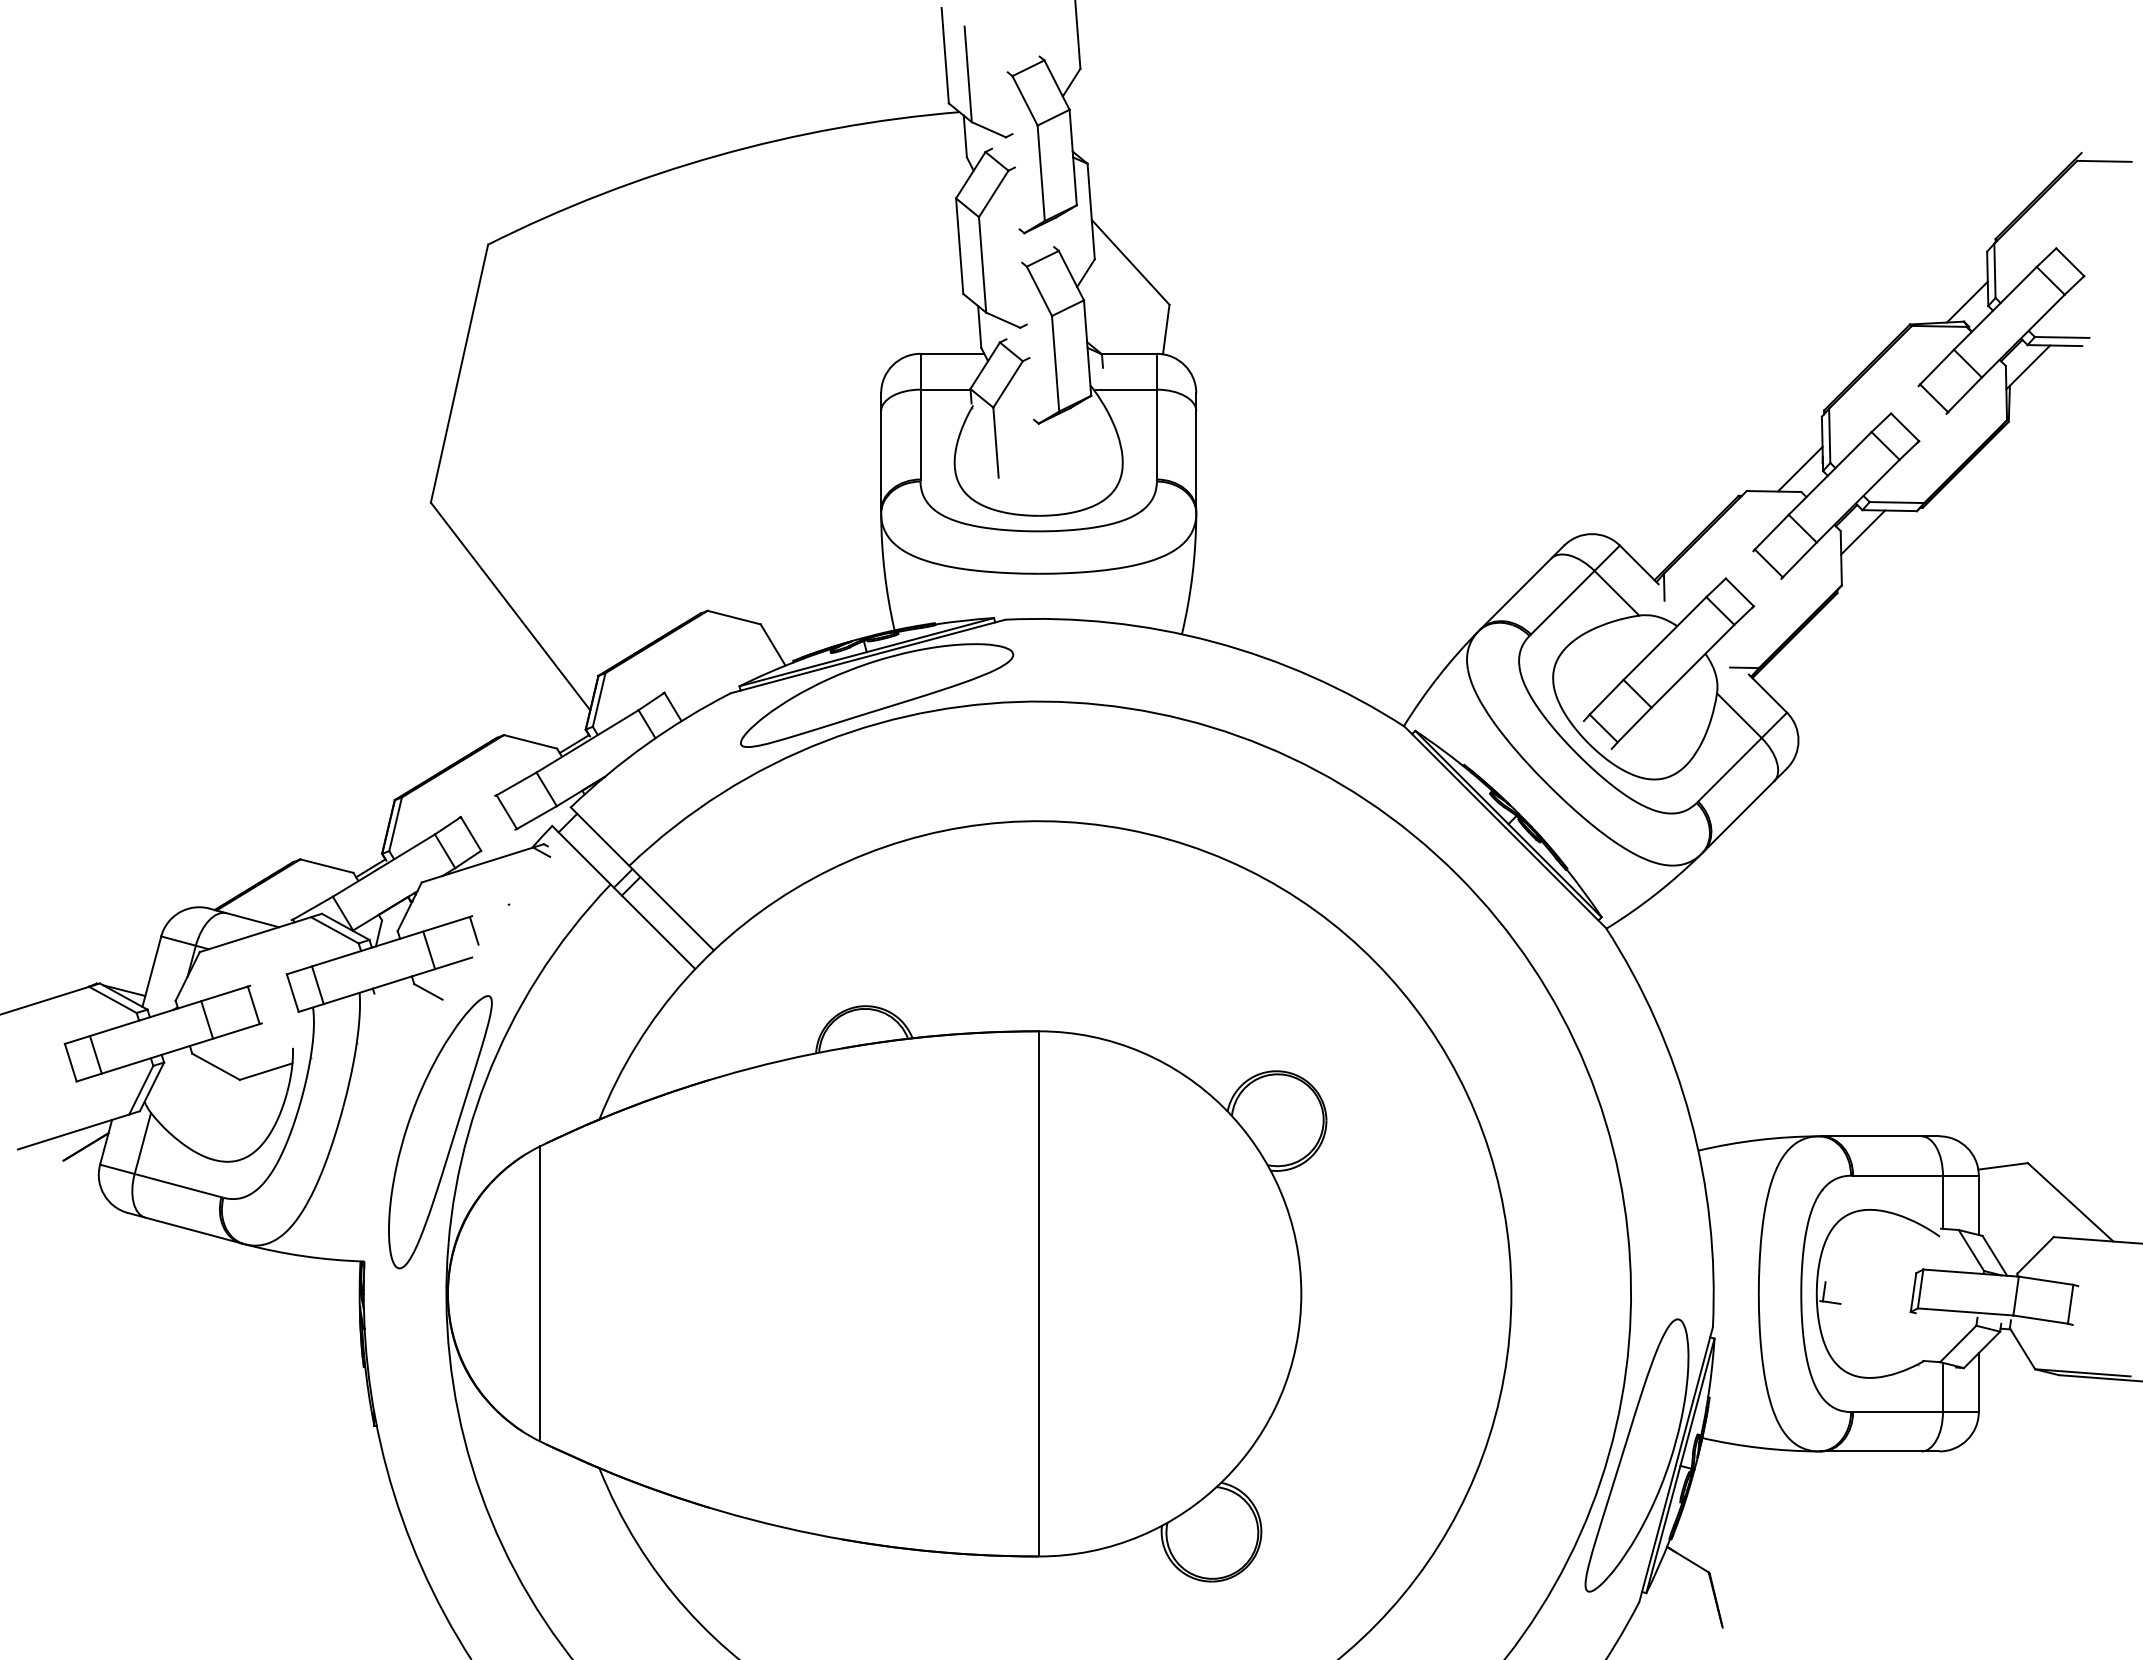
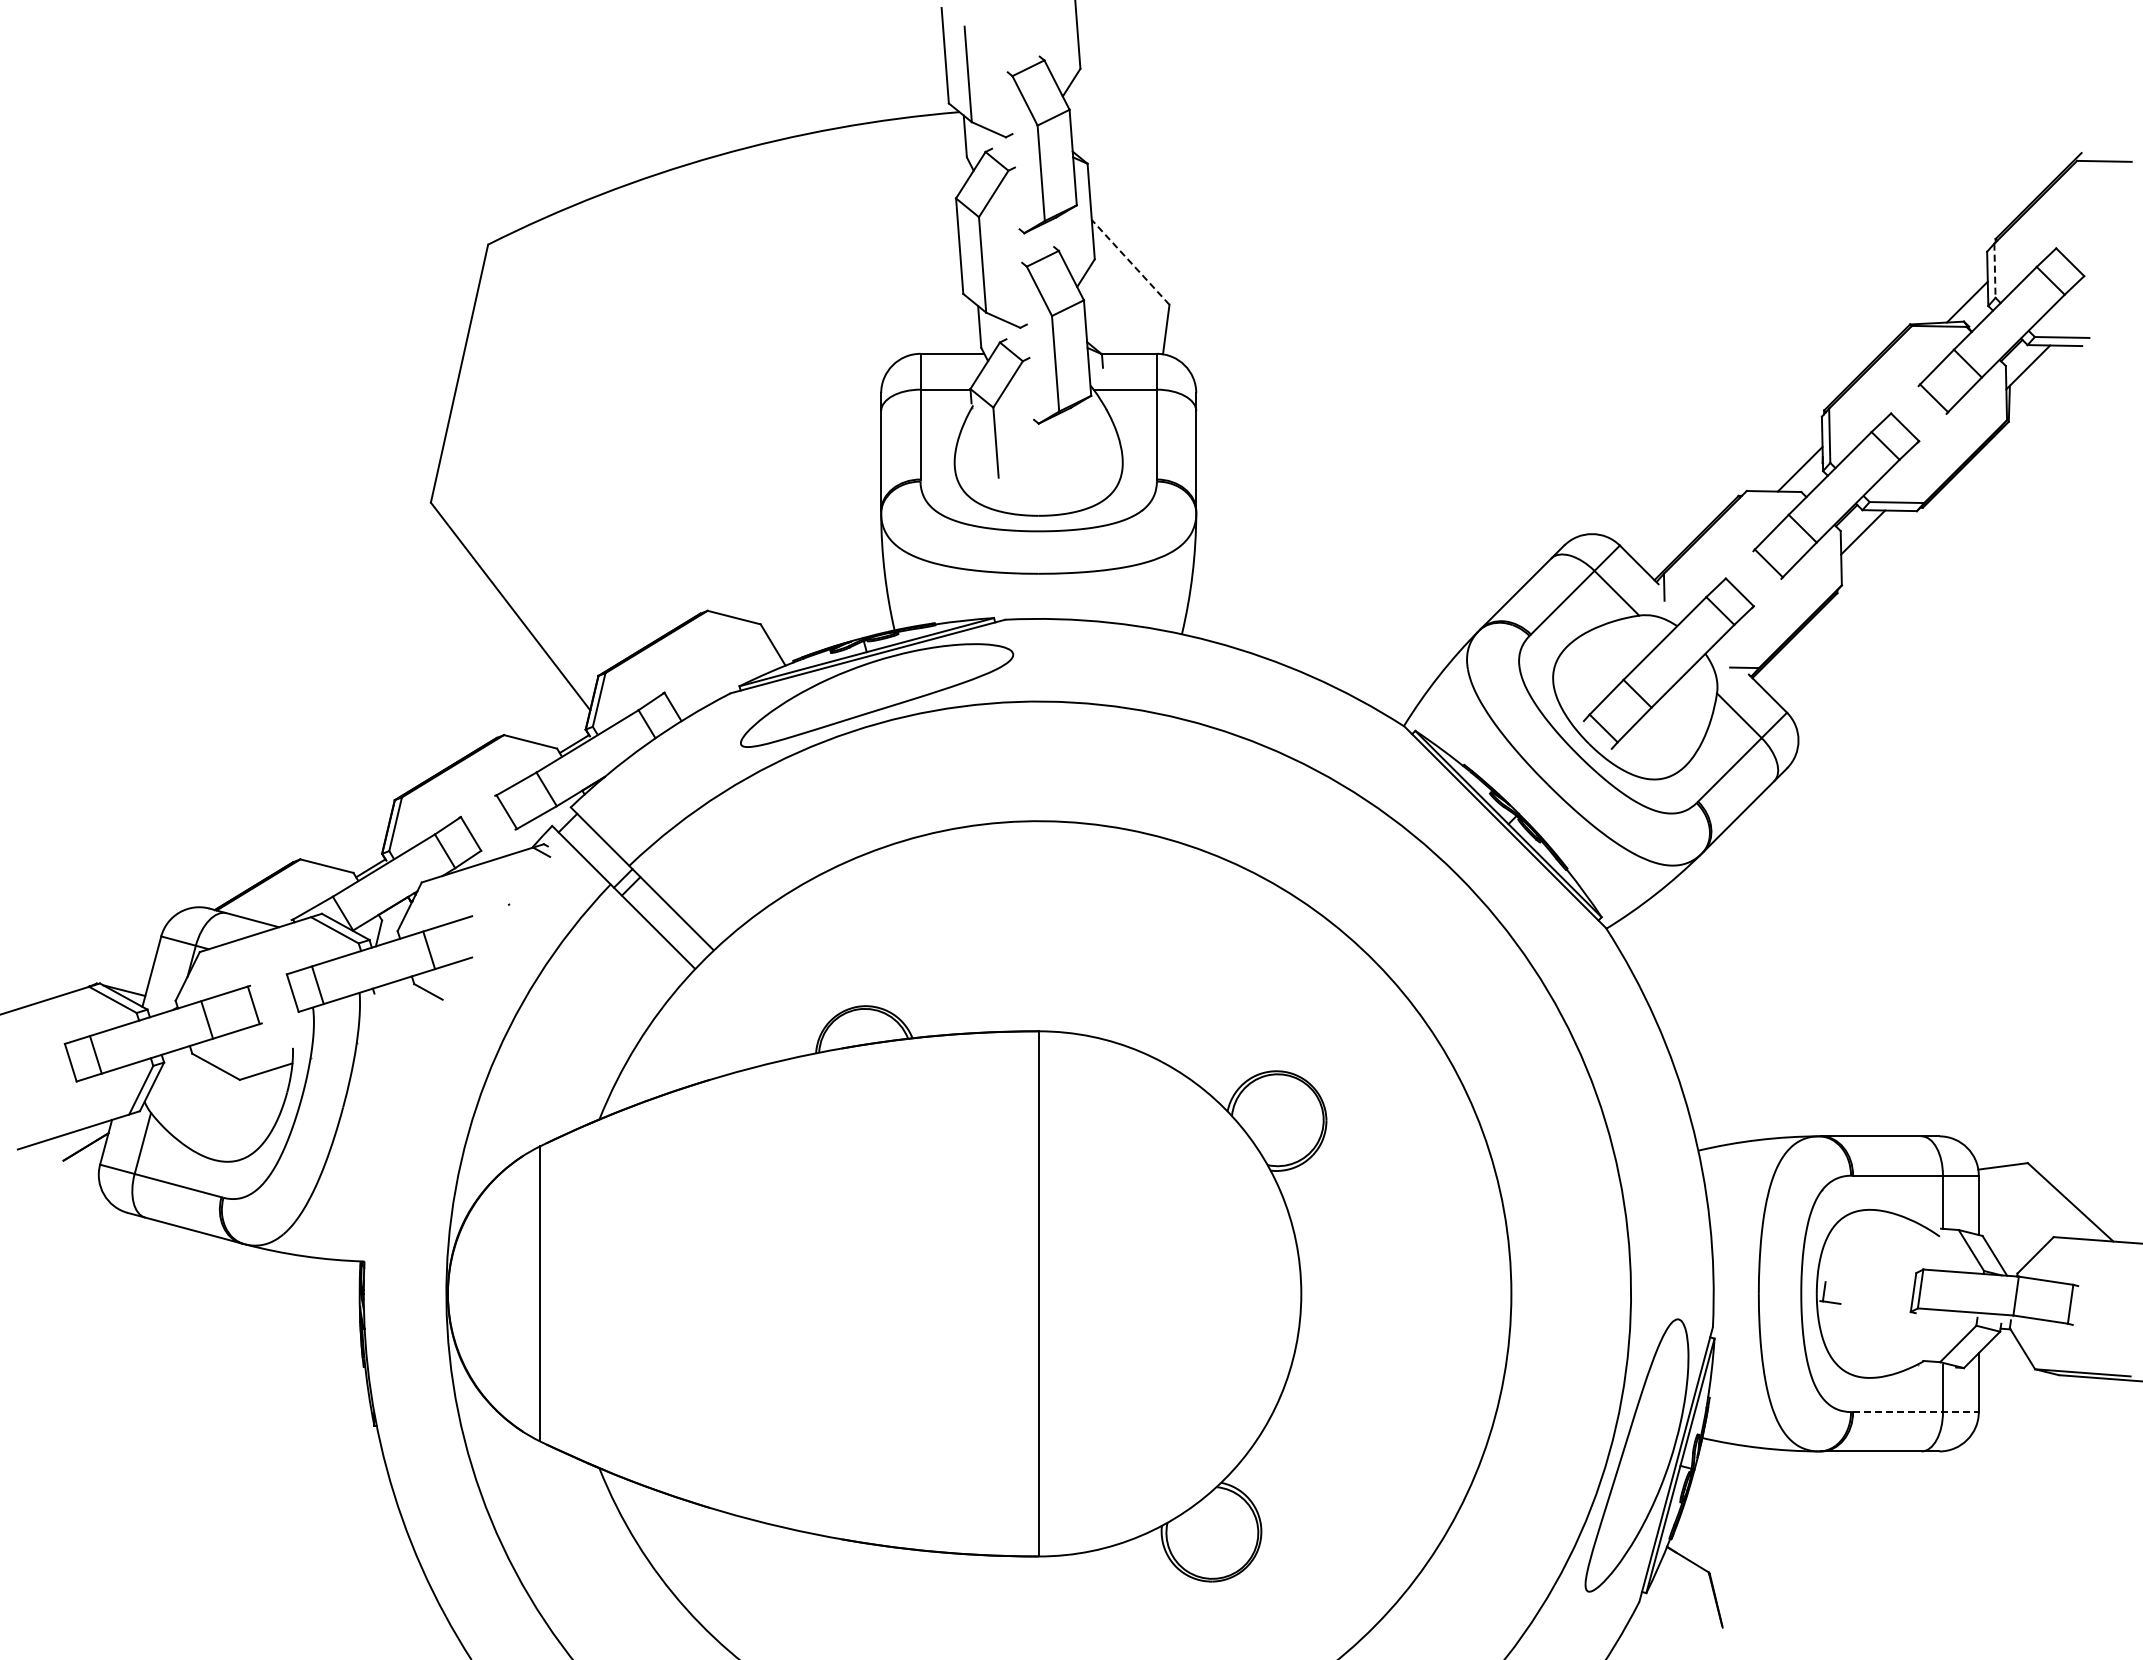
line at (1130, 262): solid -> dashed
line at (1994, 271): solid -> dashed
line at (473, 930): present -> none
part at (440, 1132): present -> none
line at (1915, 1412): solid -> dashed
